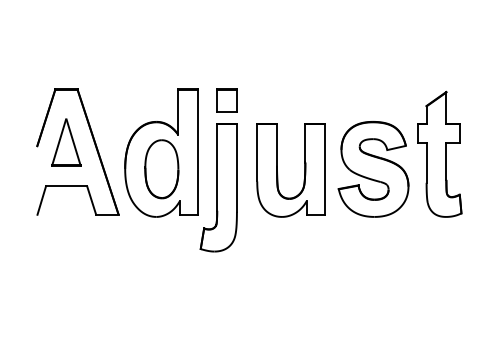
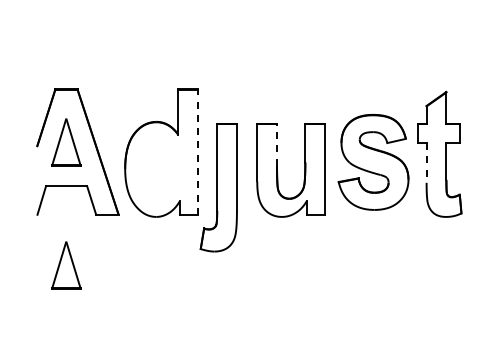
part at (226, 100): present -> none
line at (277, 144): solid -> dashed
line at (198, 152): solid -> dashed
line at (426, 162): solid -> dashed
part at (161, 169): present -> none
part at (373, 169) position: (373, 169) -> (373, 162)
part at (66, 265): none -> present
